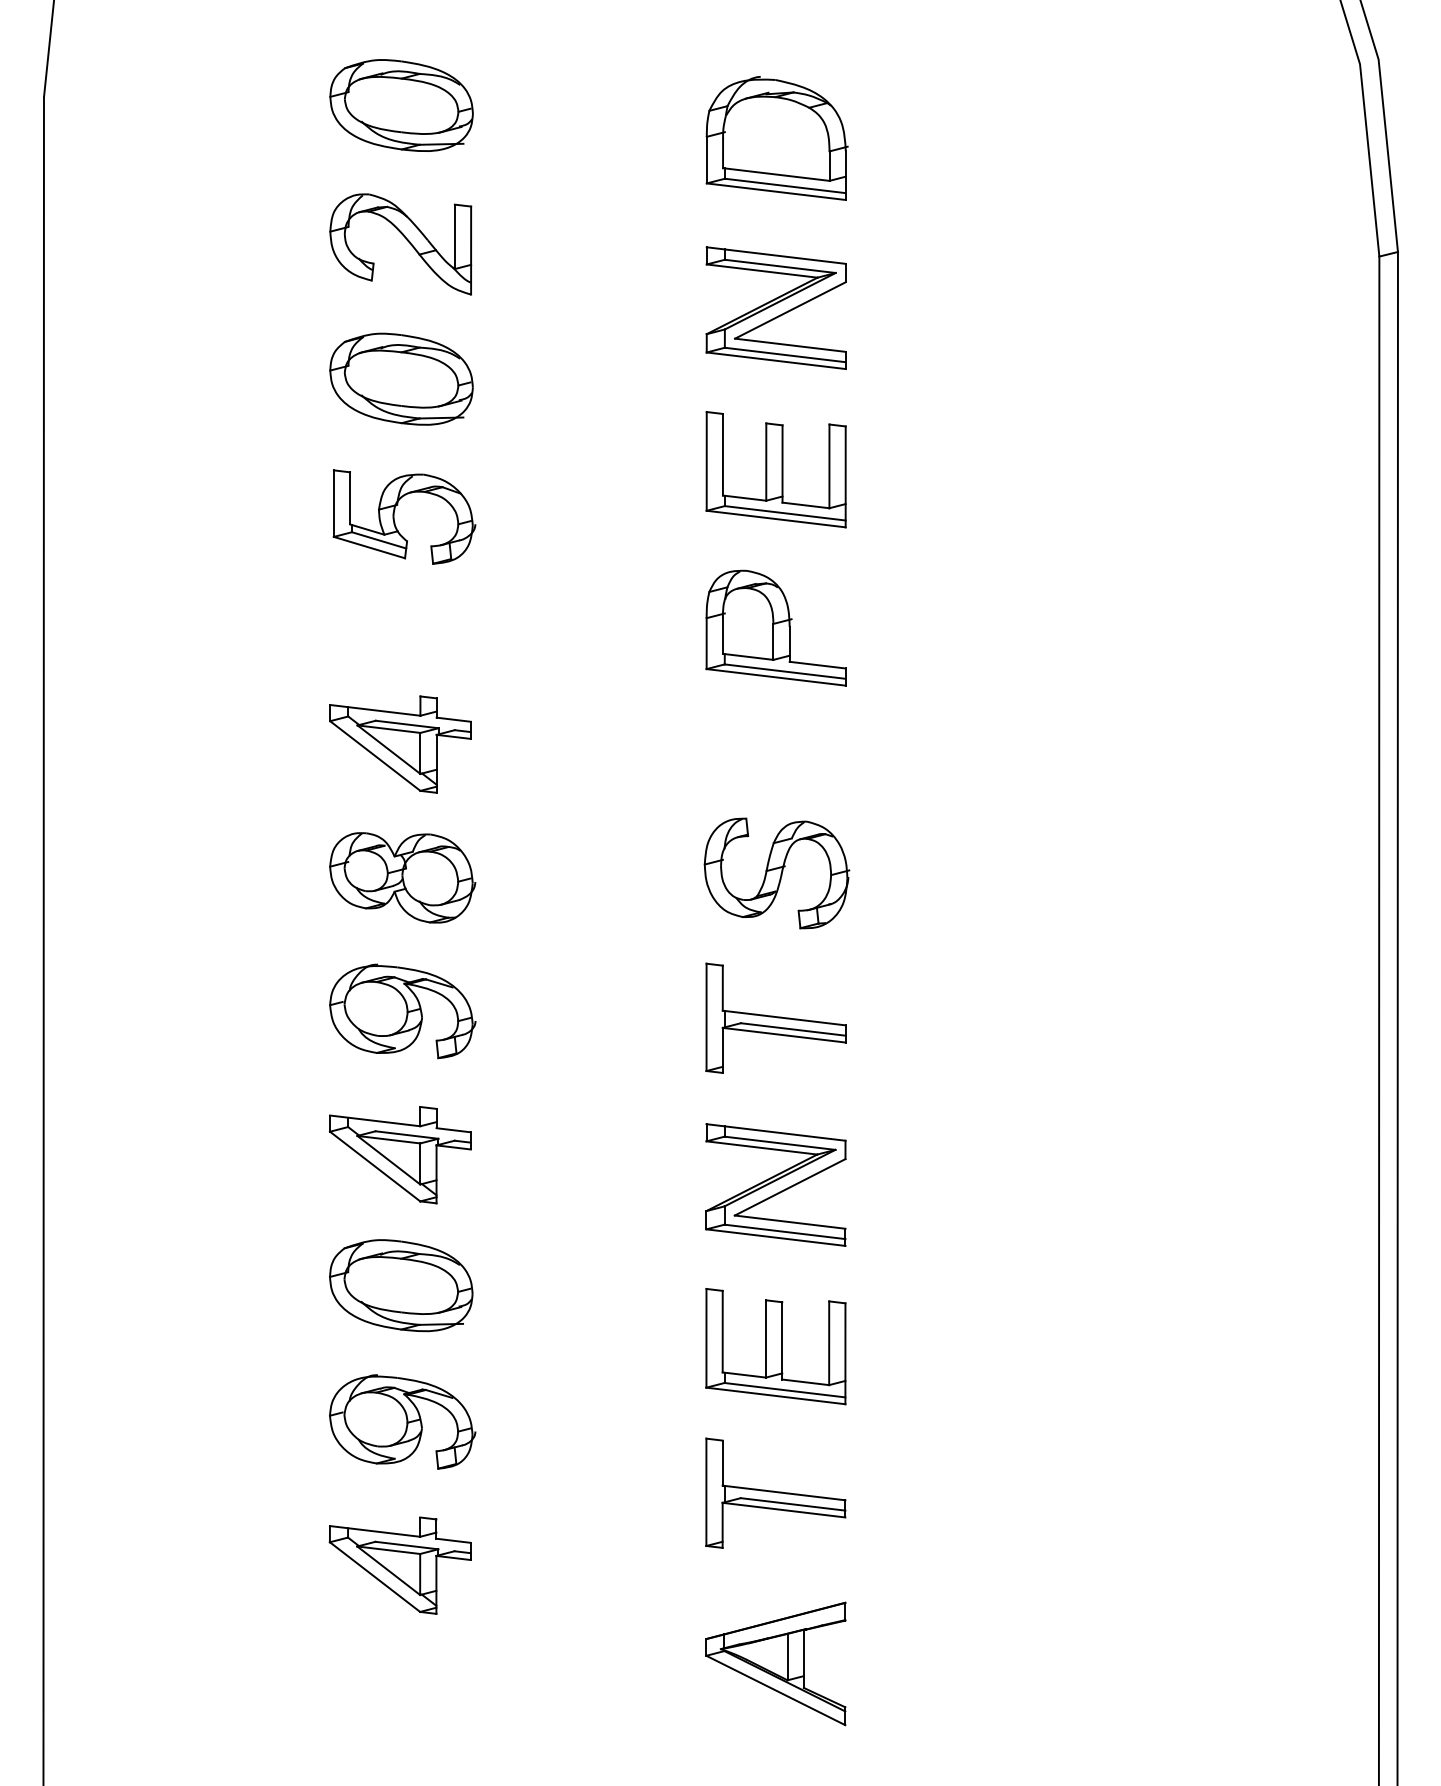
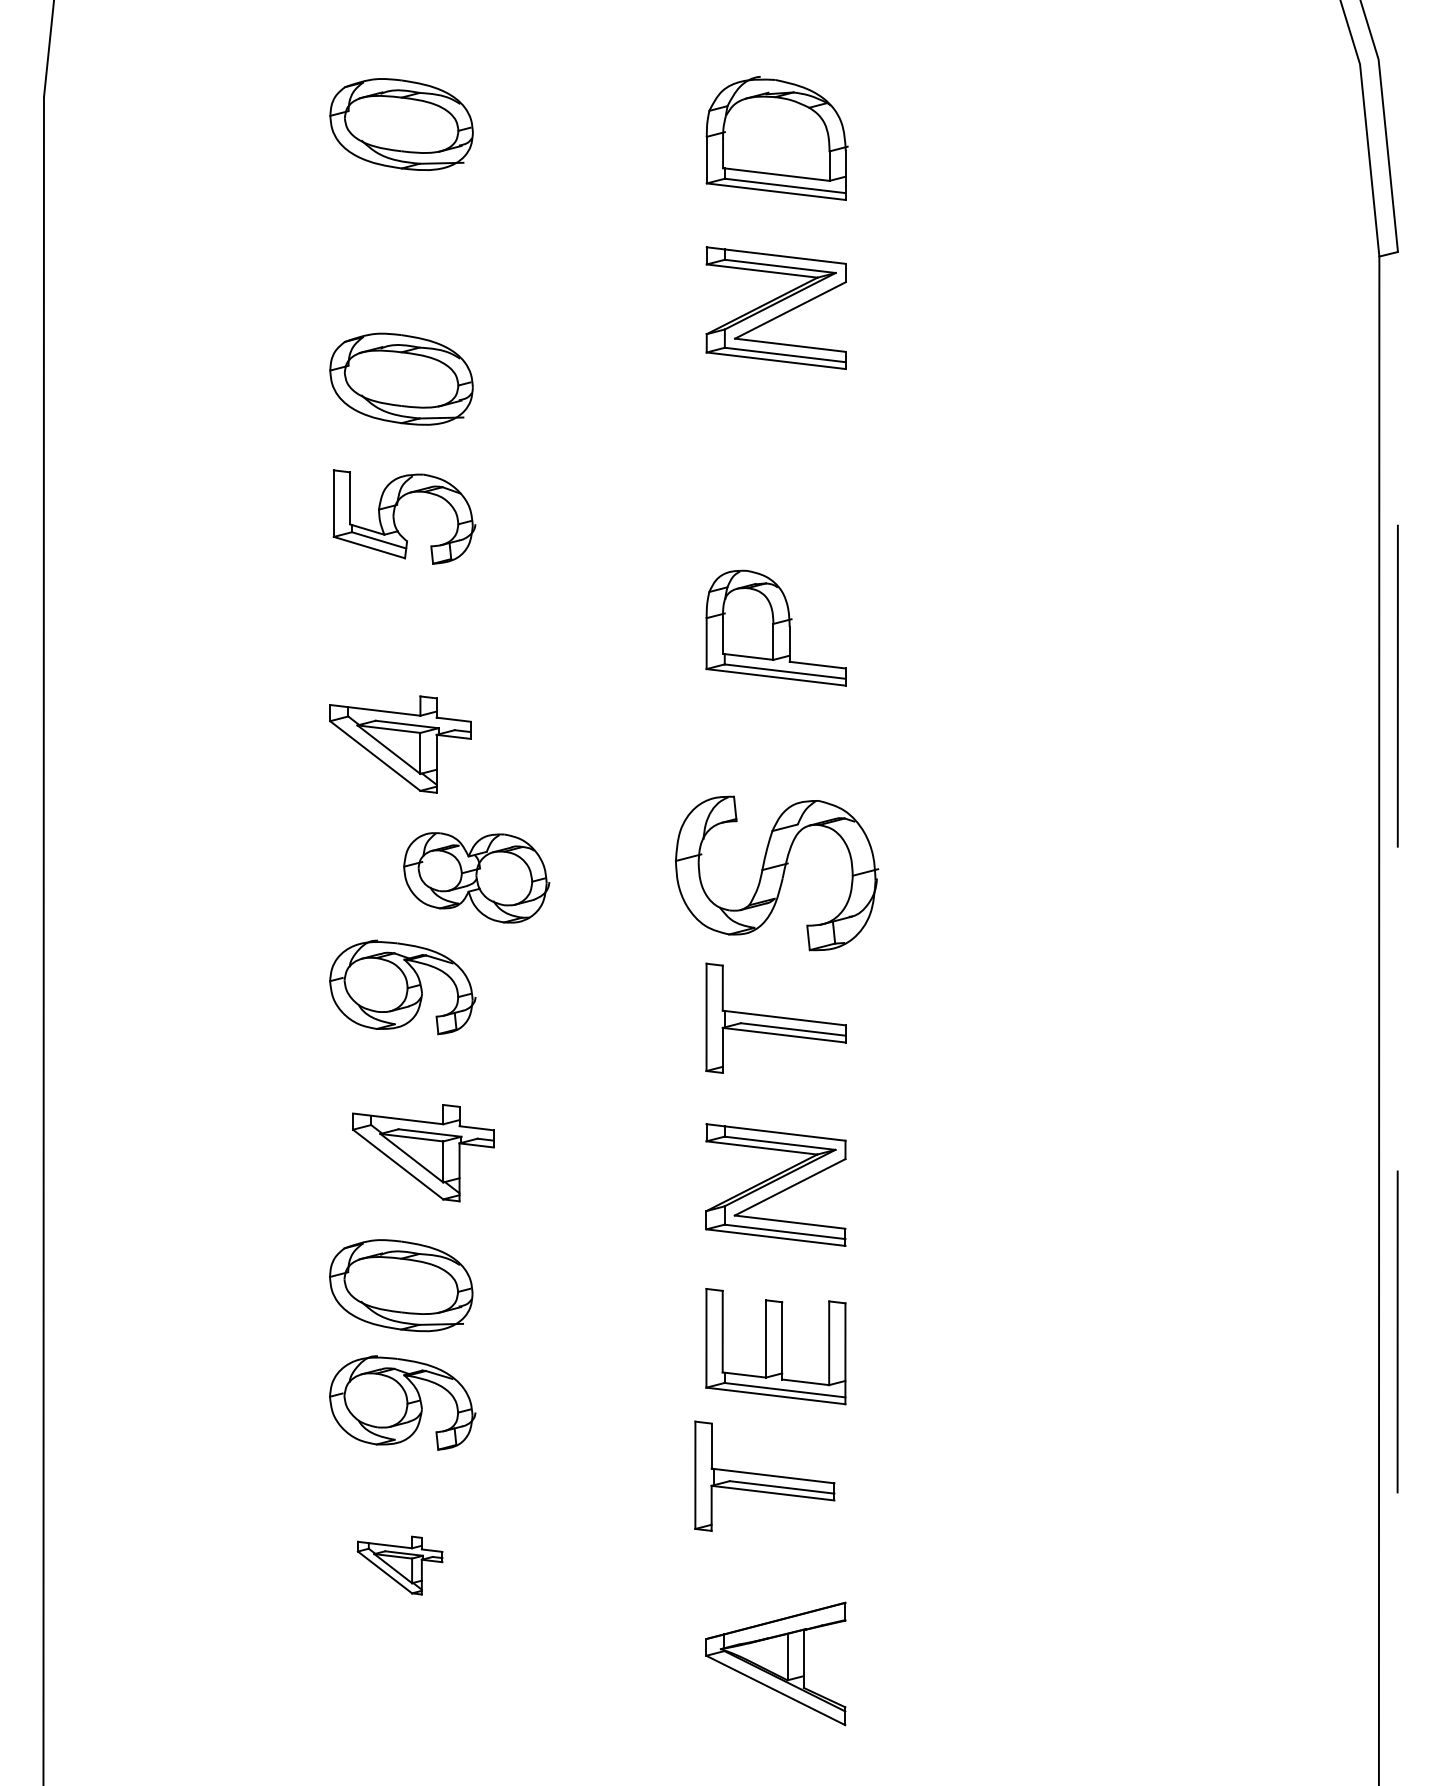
part at (401, 105) position: (401, 105) -> (401, 124)
part at (405, 239): present -> none
part at (775, 469): present -> none
part at (776, 873) size: 148x113 px -> 205x157 px
part at (402, 877) position: (402, 877) -> (476, 877)
part at (402, 1011) position: (402, 1011) -> (402, 987)
line at (1397, 1018): solid -> dashed
part at (400, 1155) position: (400, 1155) -> (423, 1153)
part at (402, 1421) position: (402, 1421) -> (402, 1402)
part at (775, 1492) position: (775, 1492) -> (764, 1475)
part at (399, 1565) size: 144x99 px -> 88x61 px
